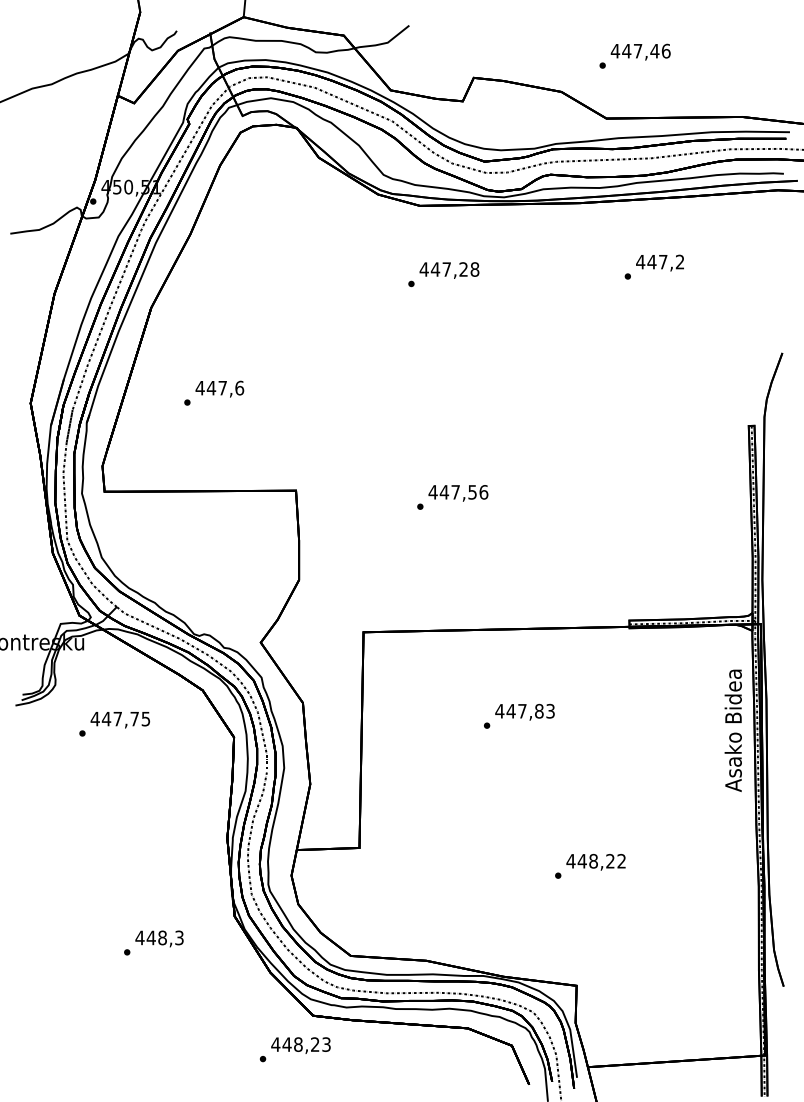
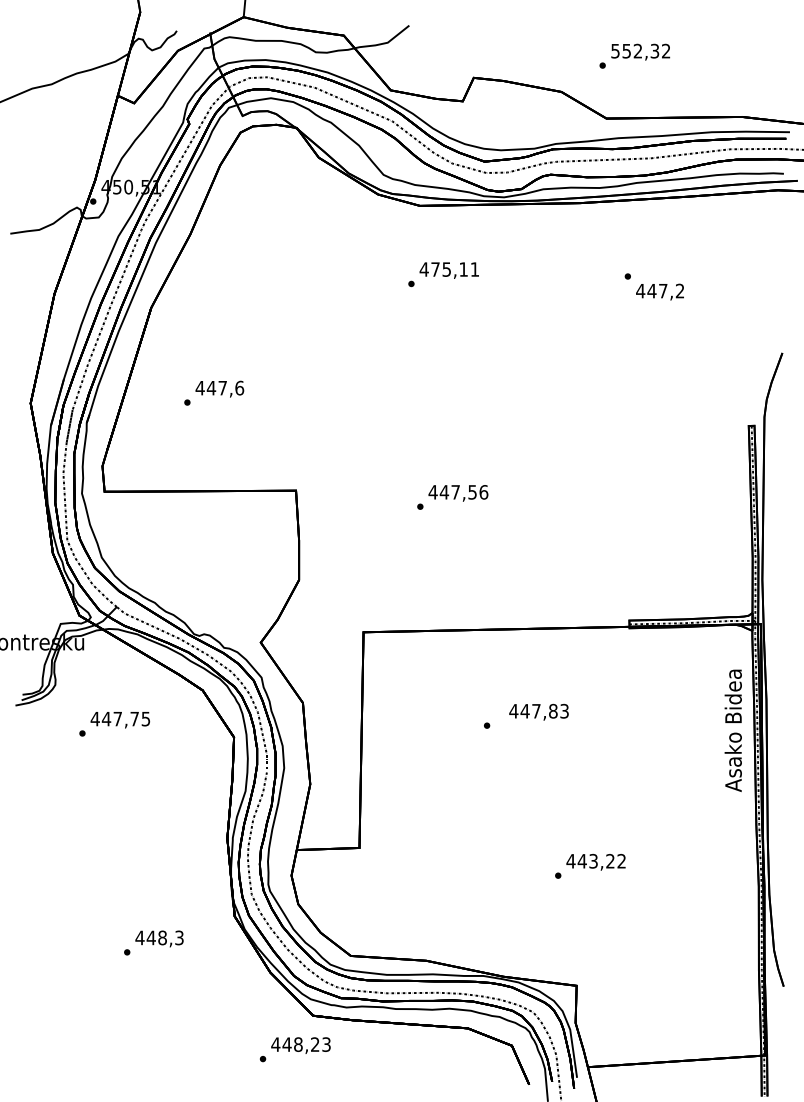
text at (640, 50): 447,46 -> 552,32
text at (659, 262) position: (659, 262) -> (659, 291)
text at (454, 269): 447,28 -> 475,11
text at (524, 711) position: (524, 711) -> (538, 711)
text at (593, 861): 448,22 -> 443,22
